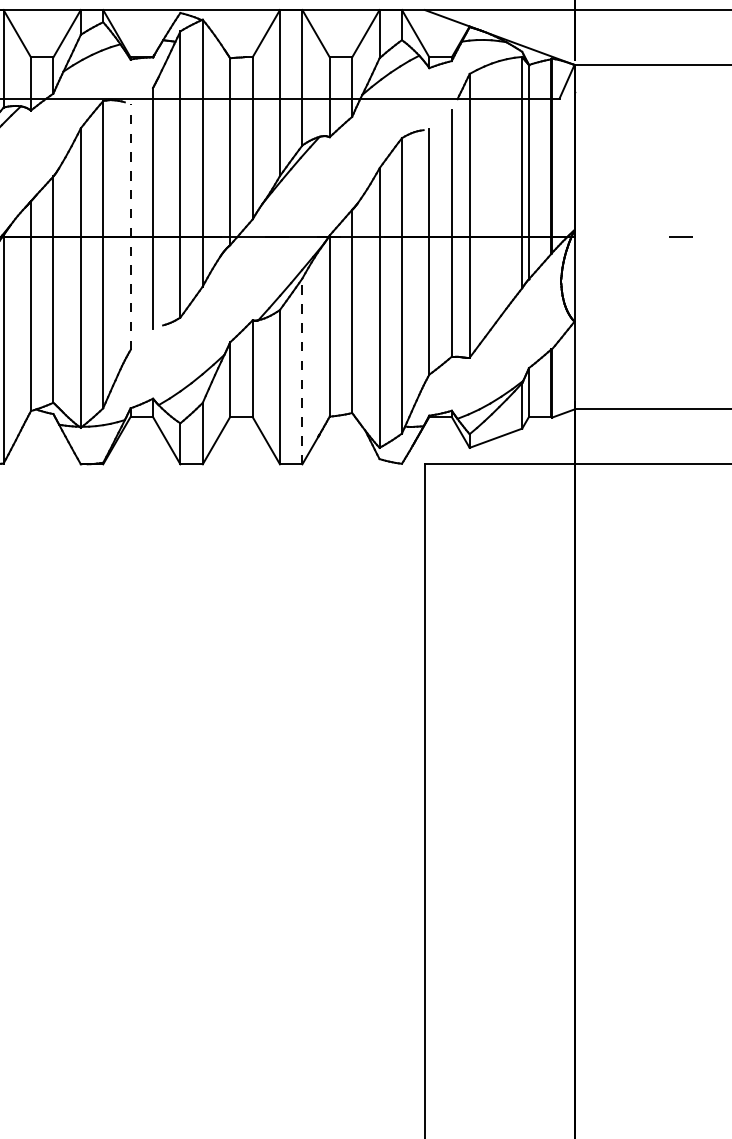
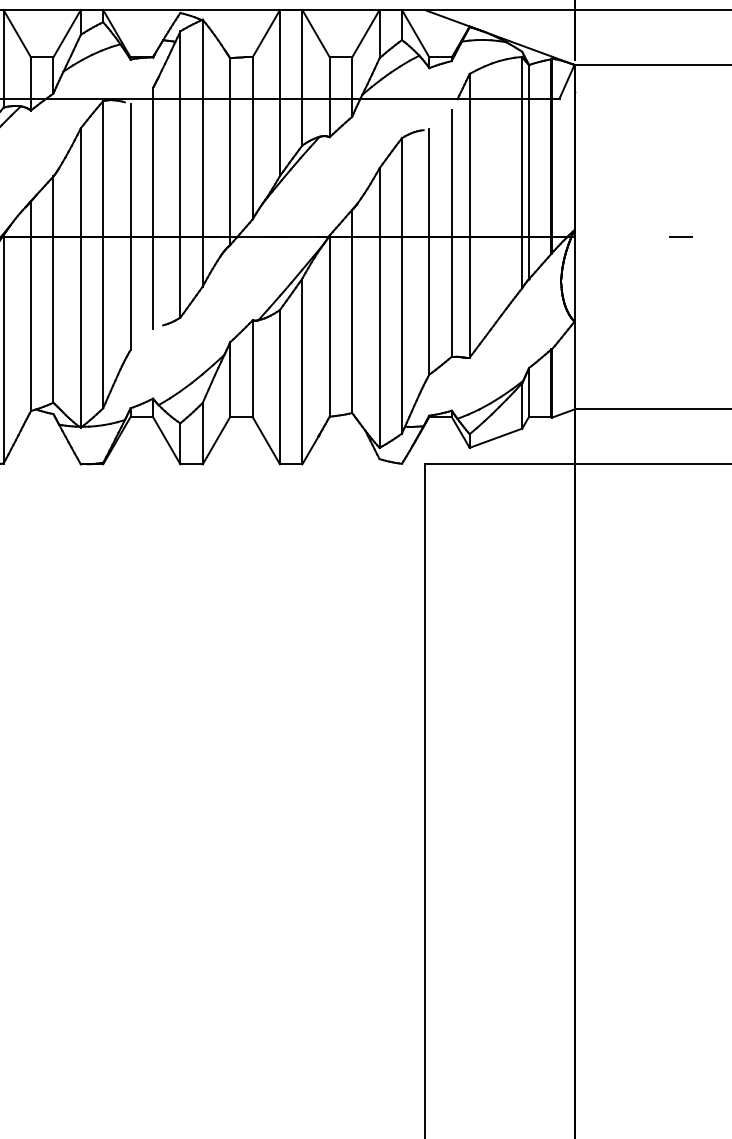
line at (130, 226): dashed -> solid
line at (302, 371): dashed -> solid
